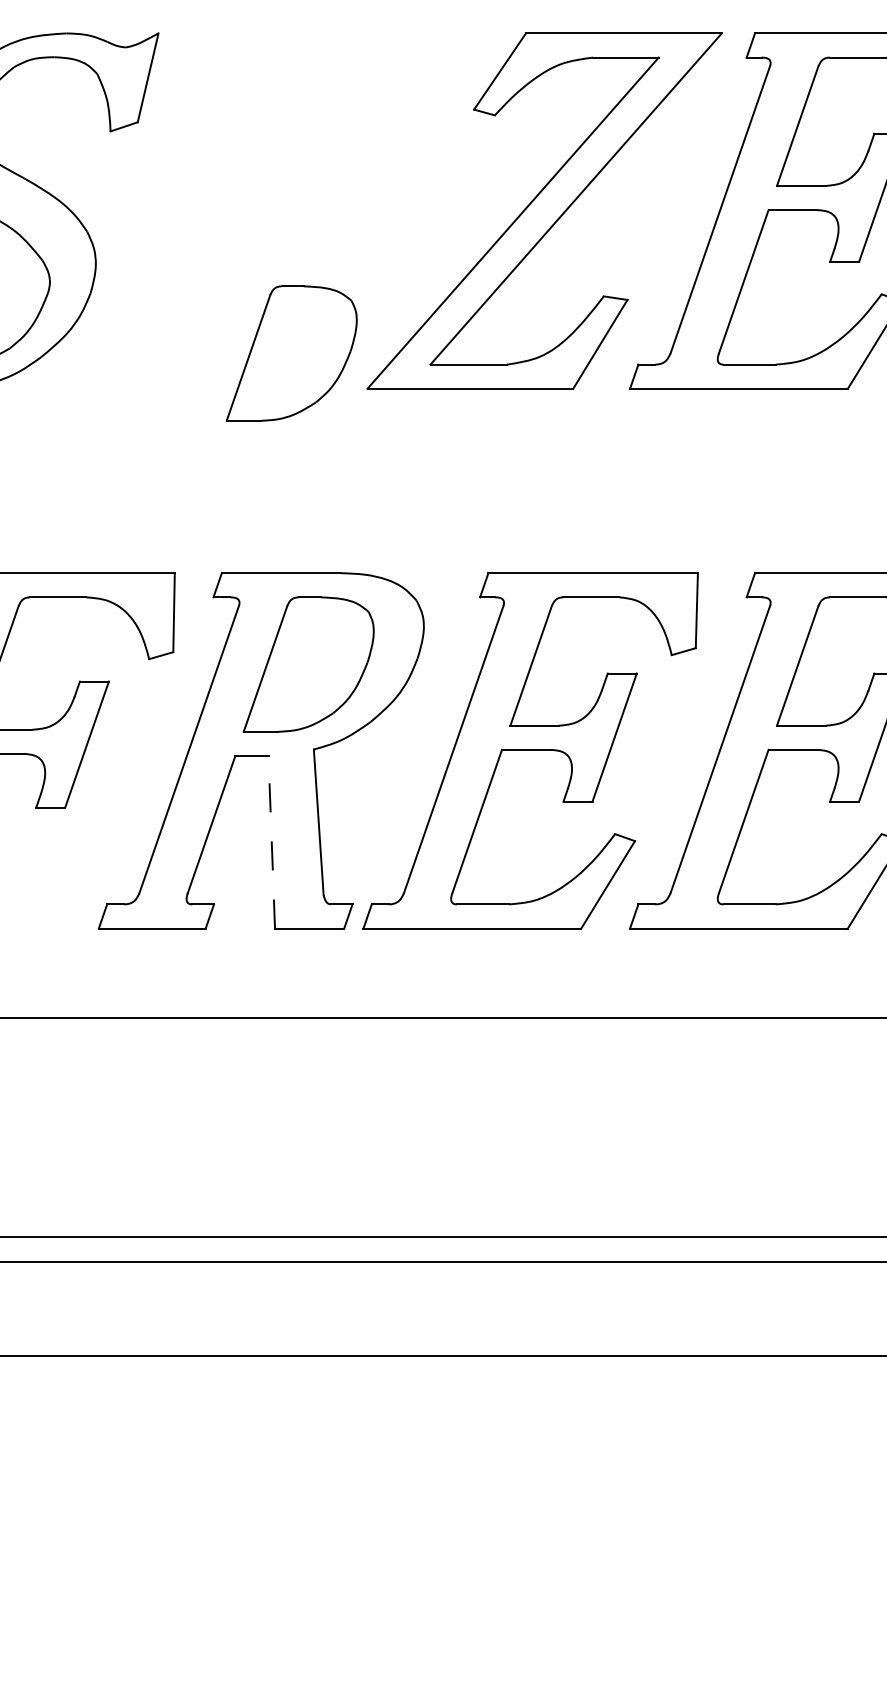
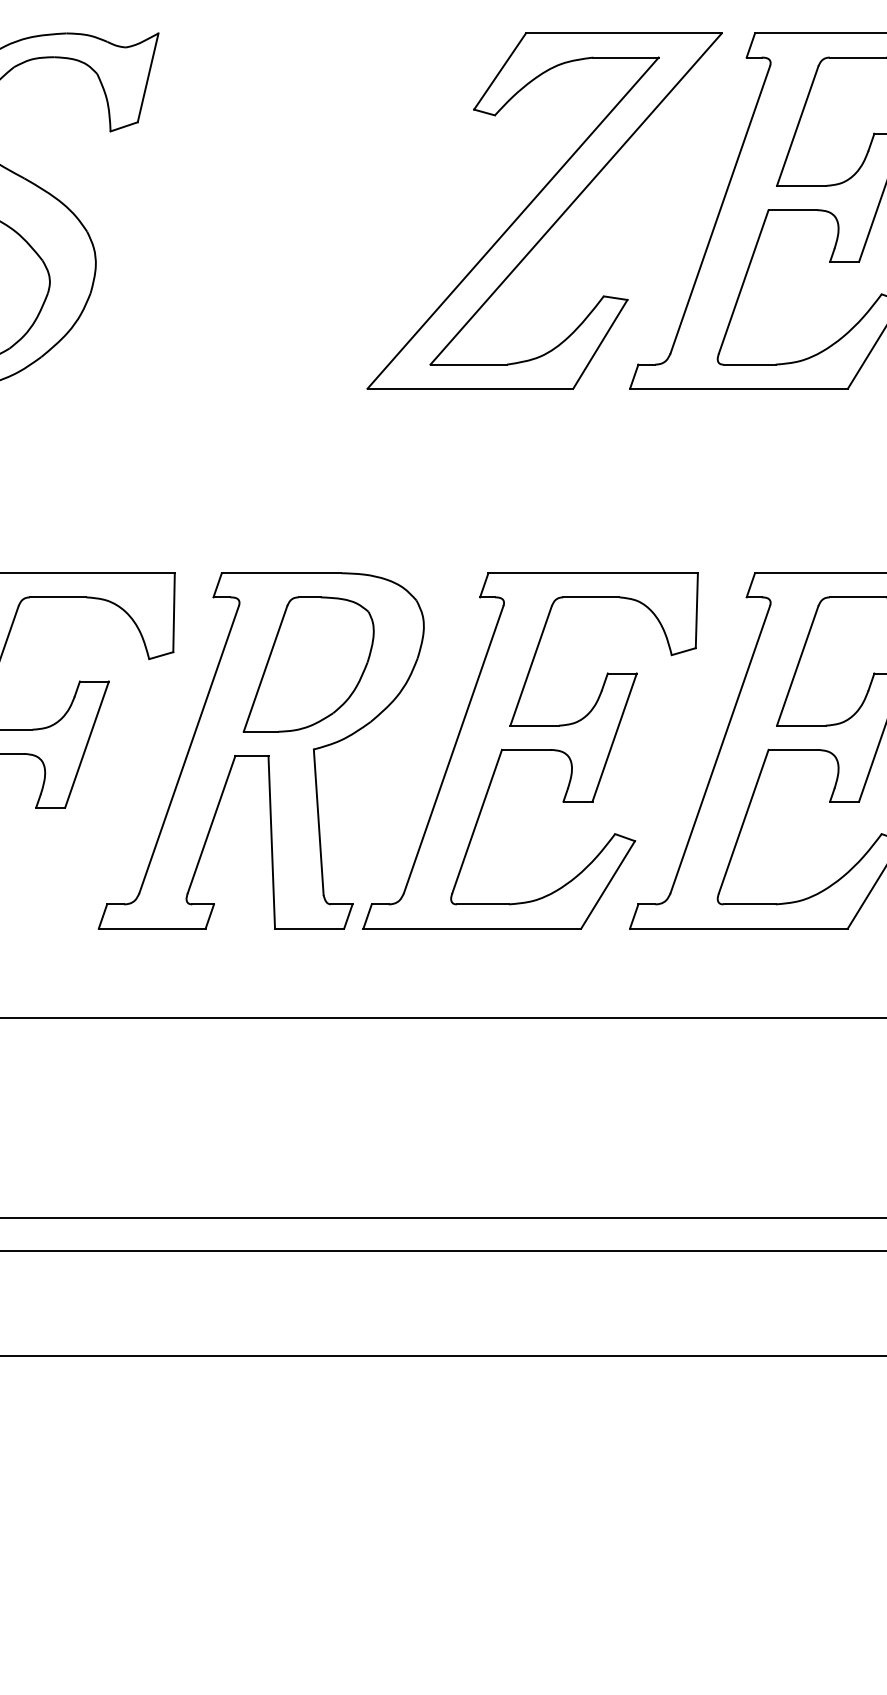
part at (291, 353): present -> none
line at (271, 841): dashed -> solid
line at (442, 1237) position: (442, 1237) -> (442, 1218)
line at (442, 1261) position: (442, 1261) -> (442, 1250)
